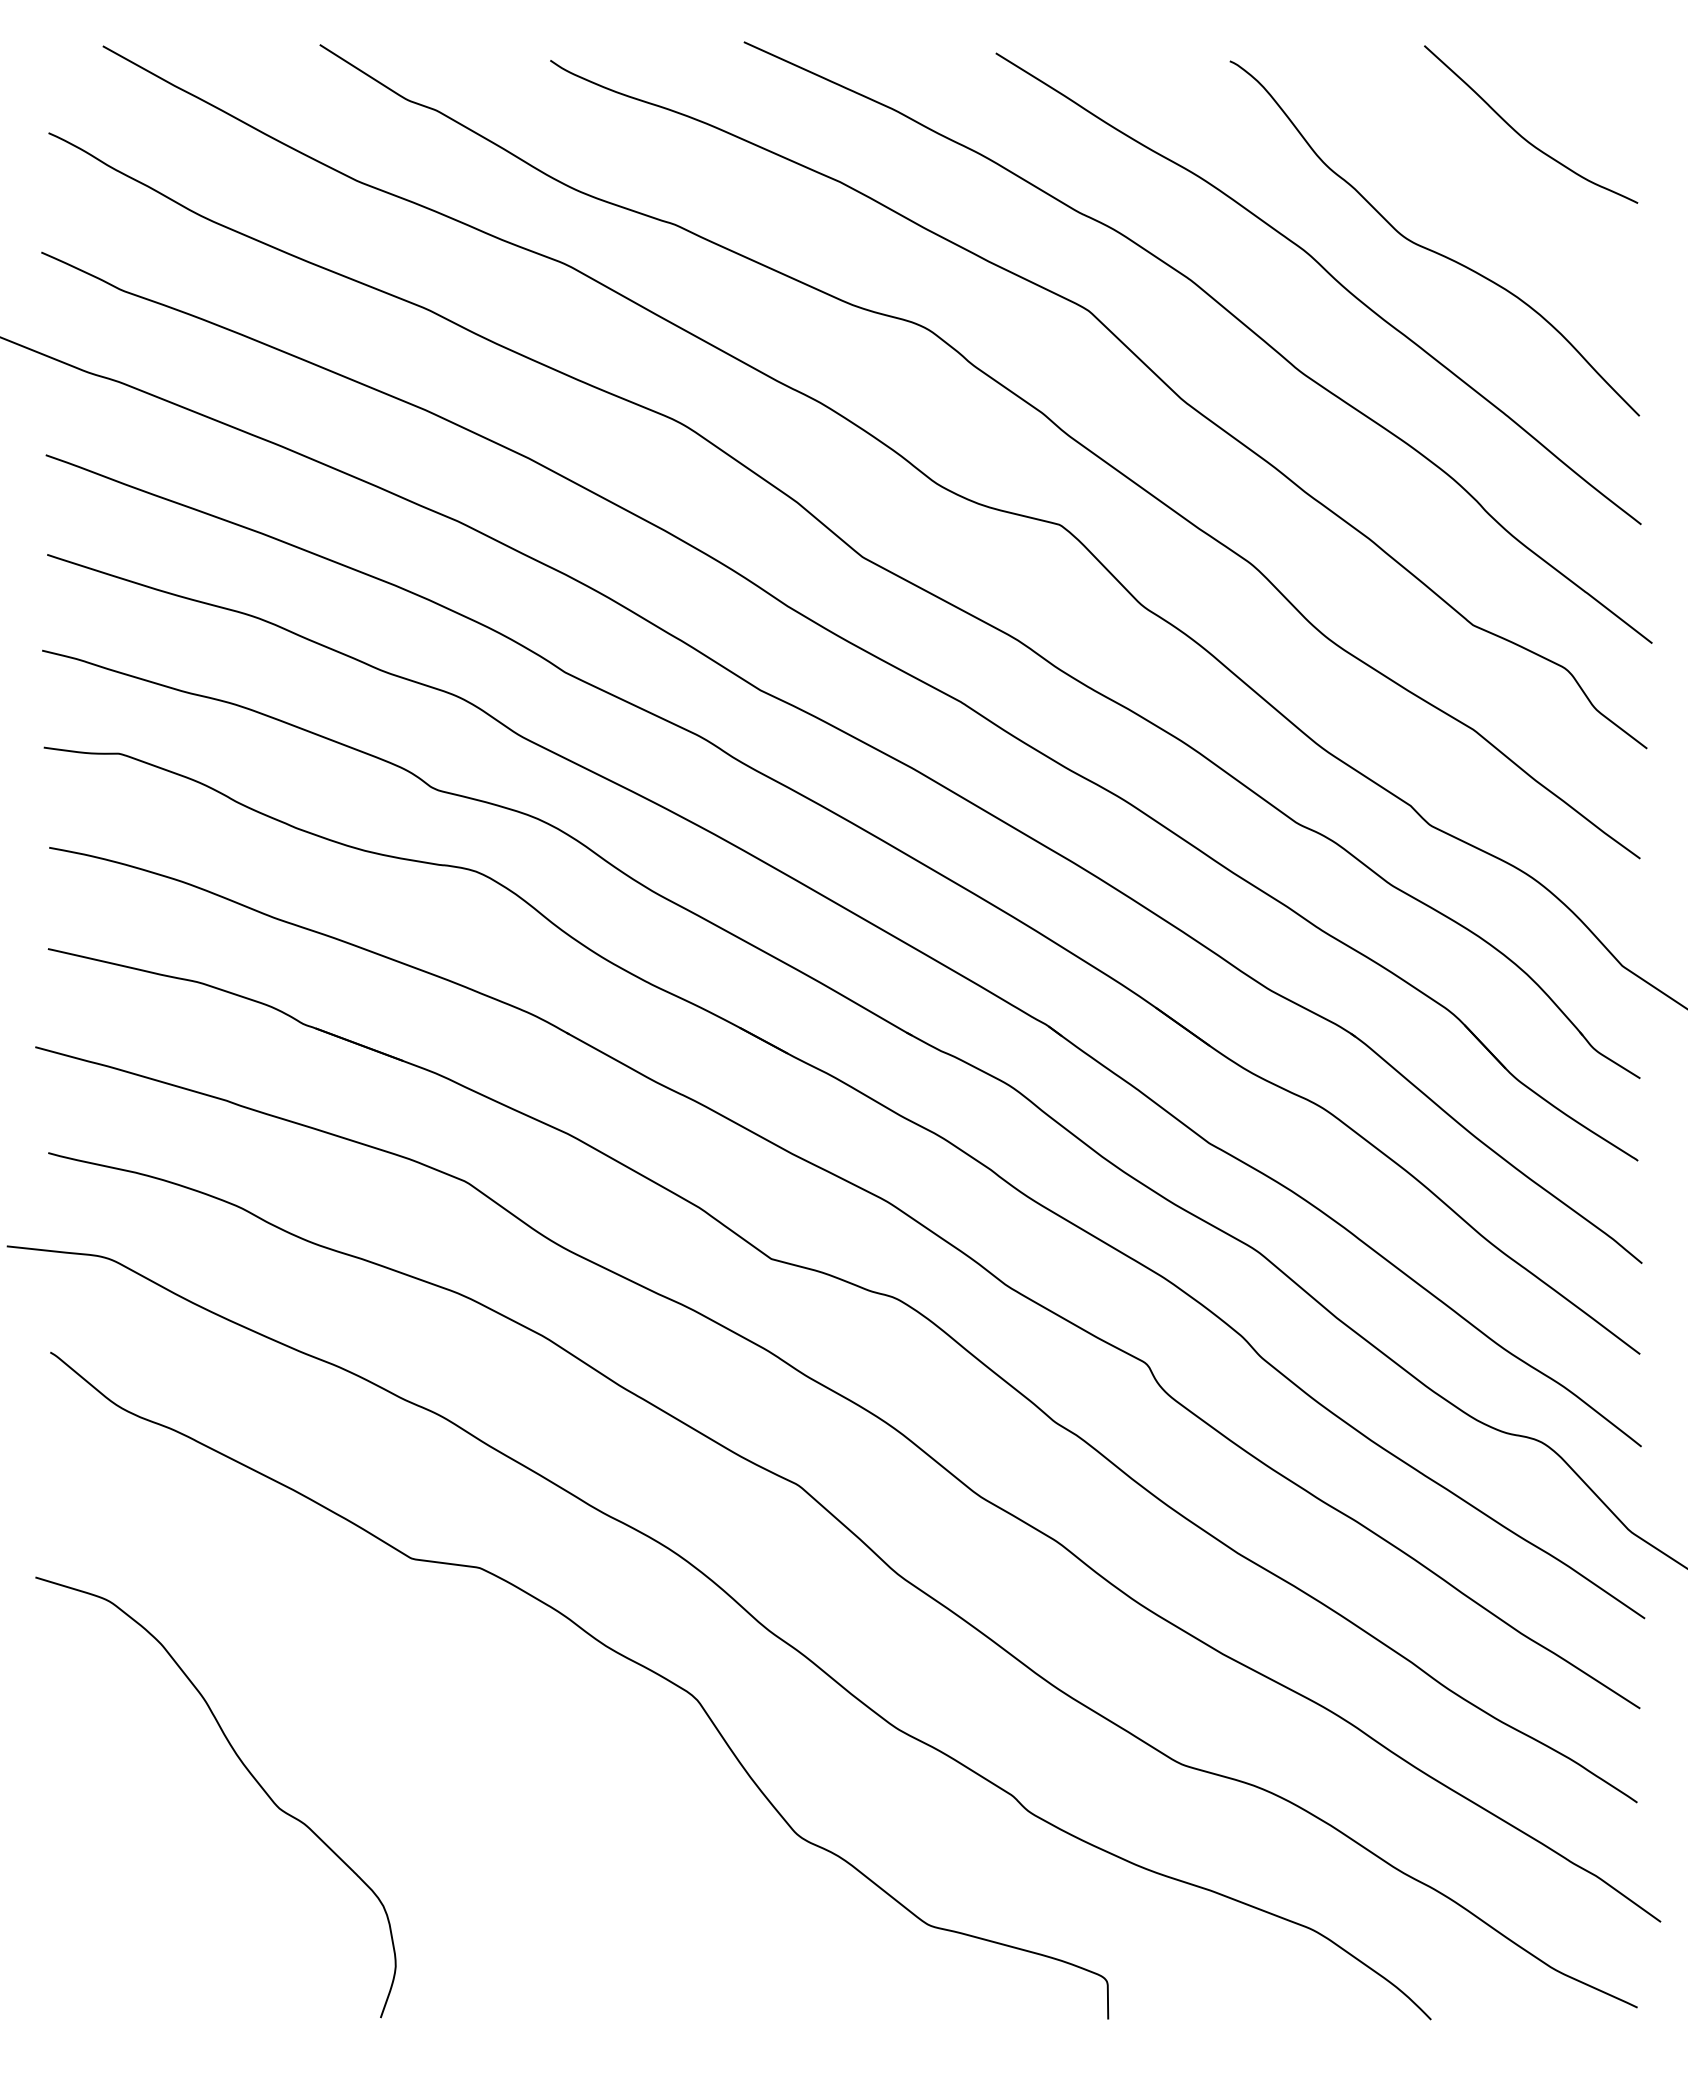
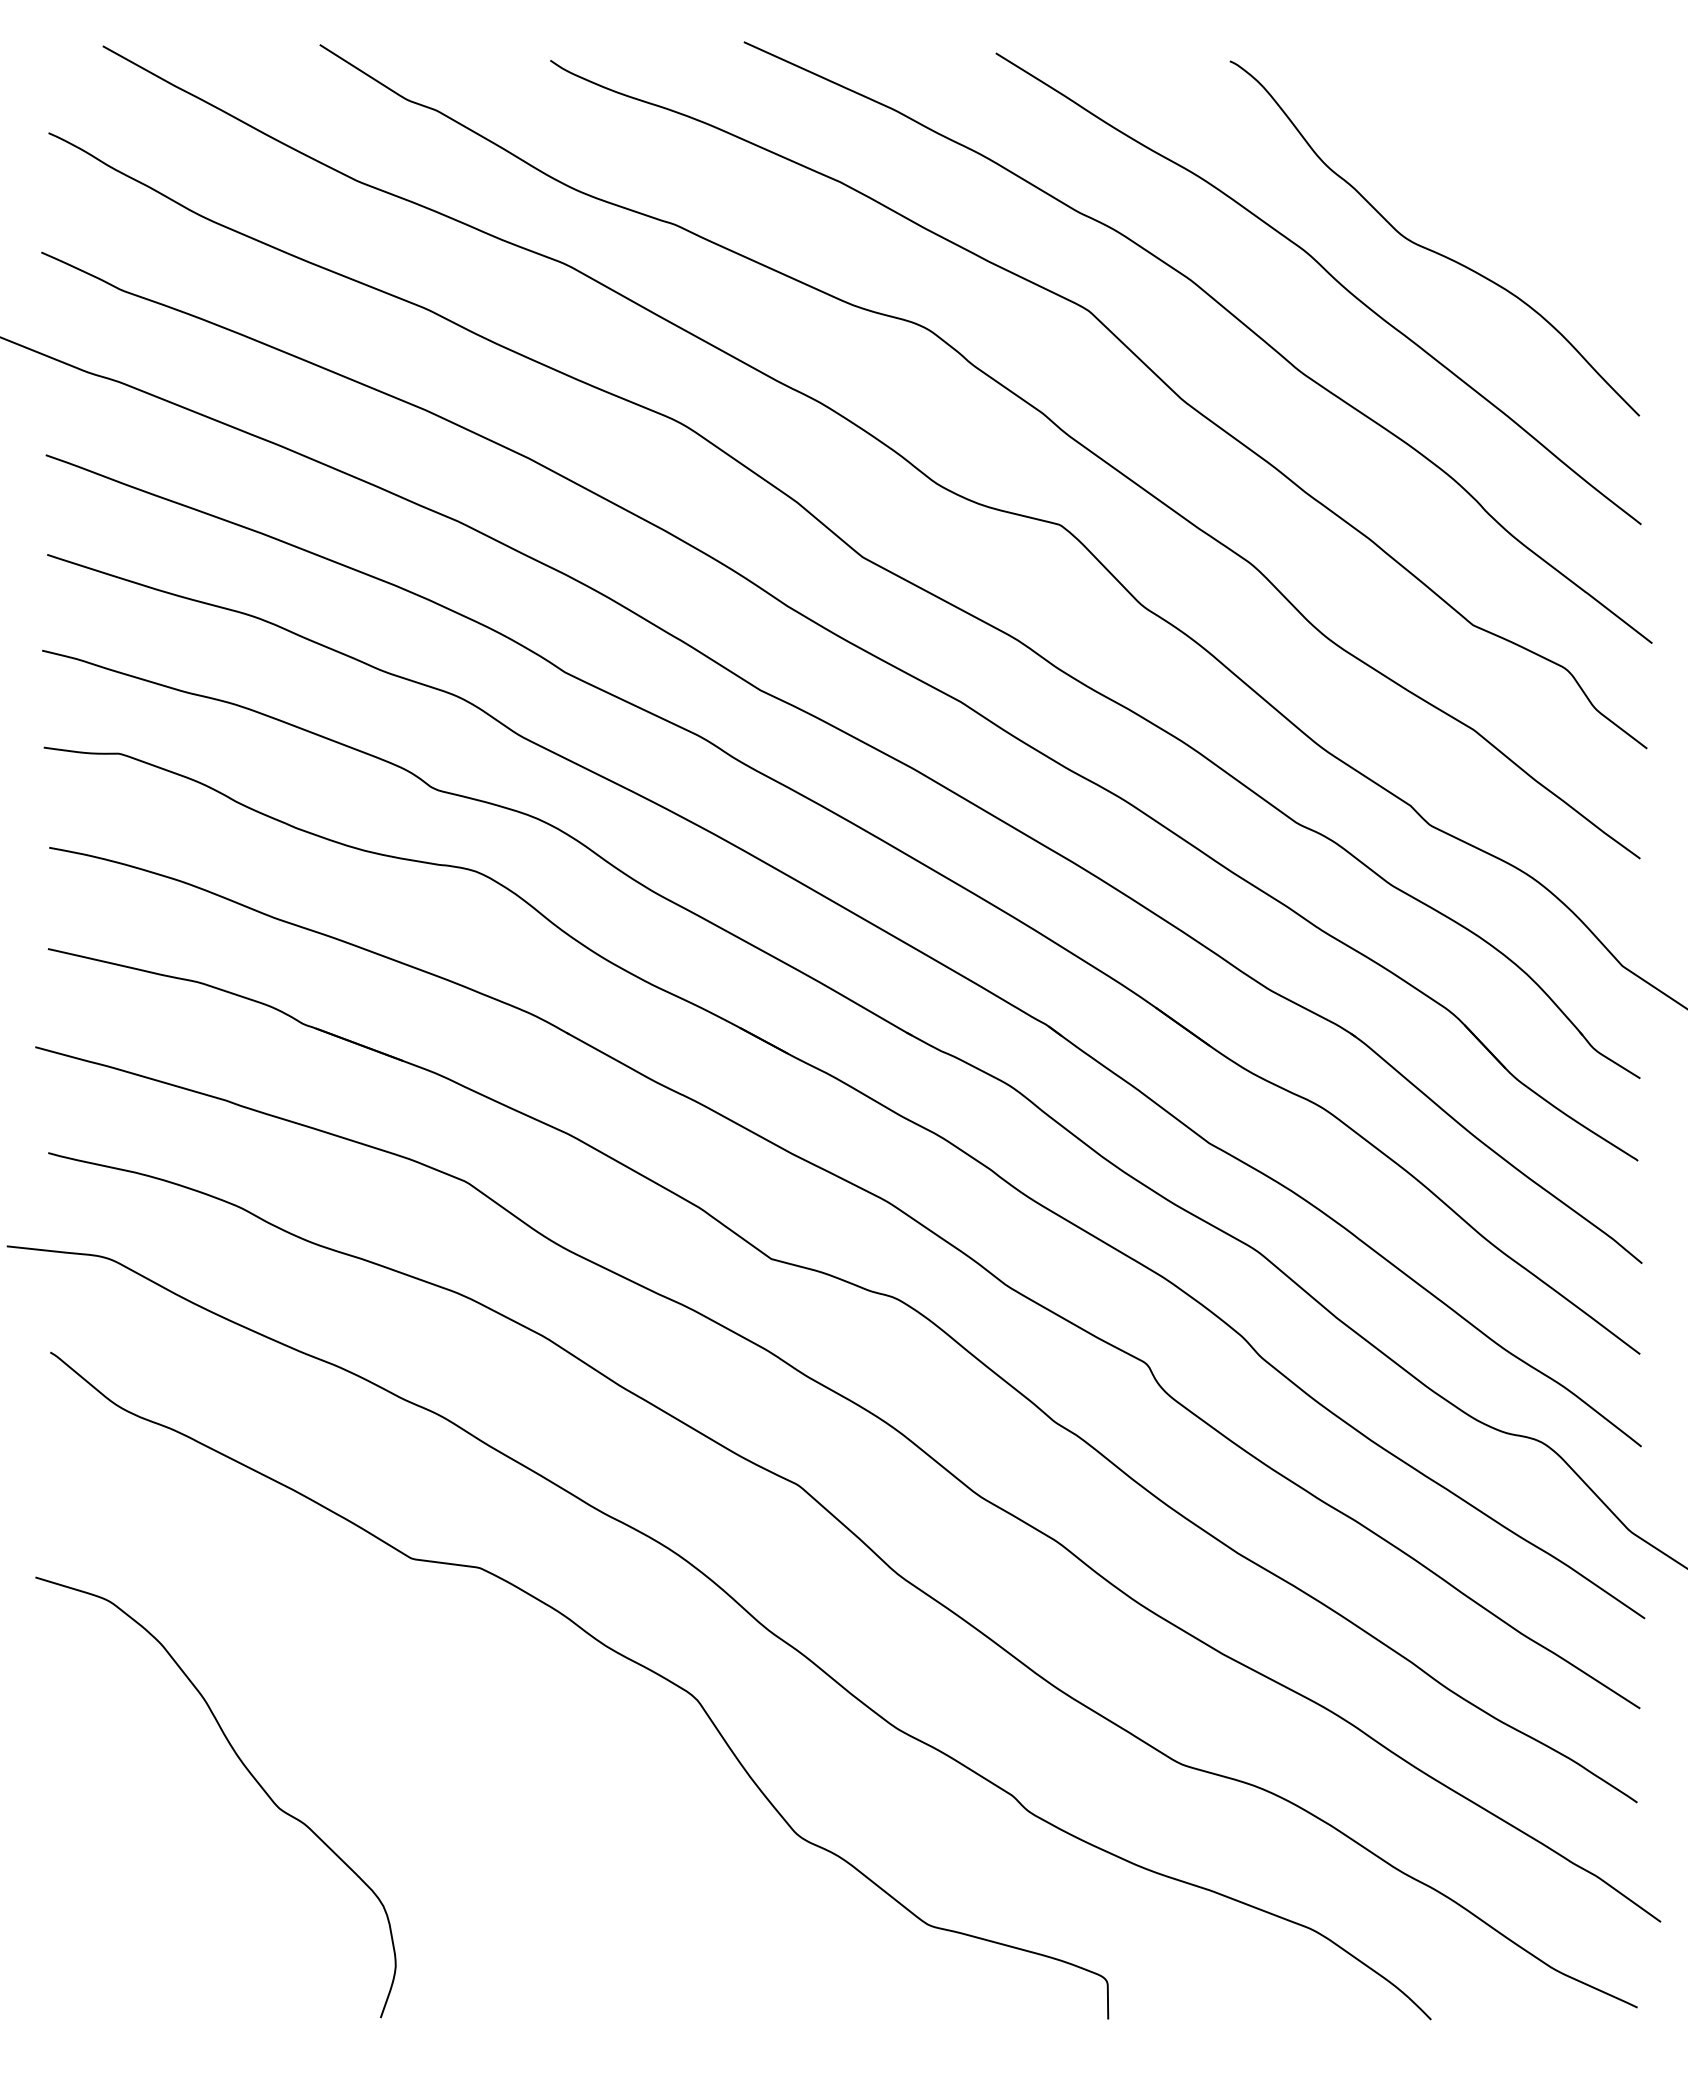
curve at (1523, 136): present -> none
